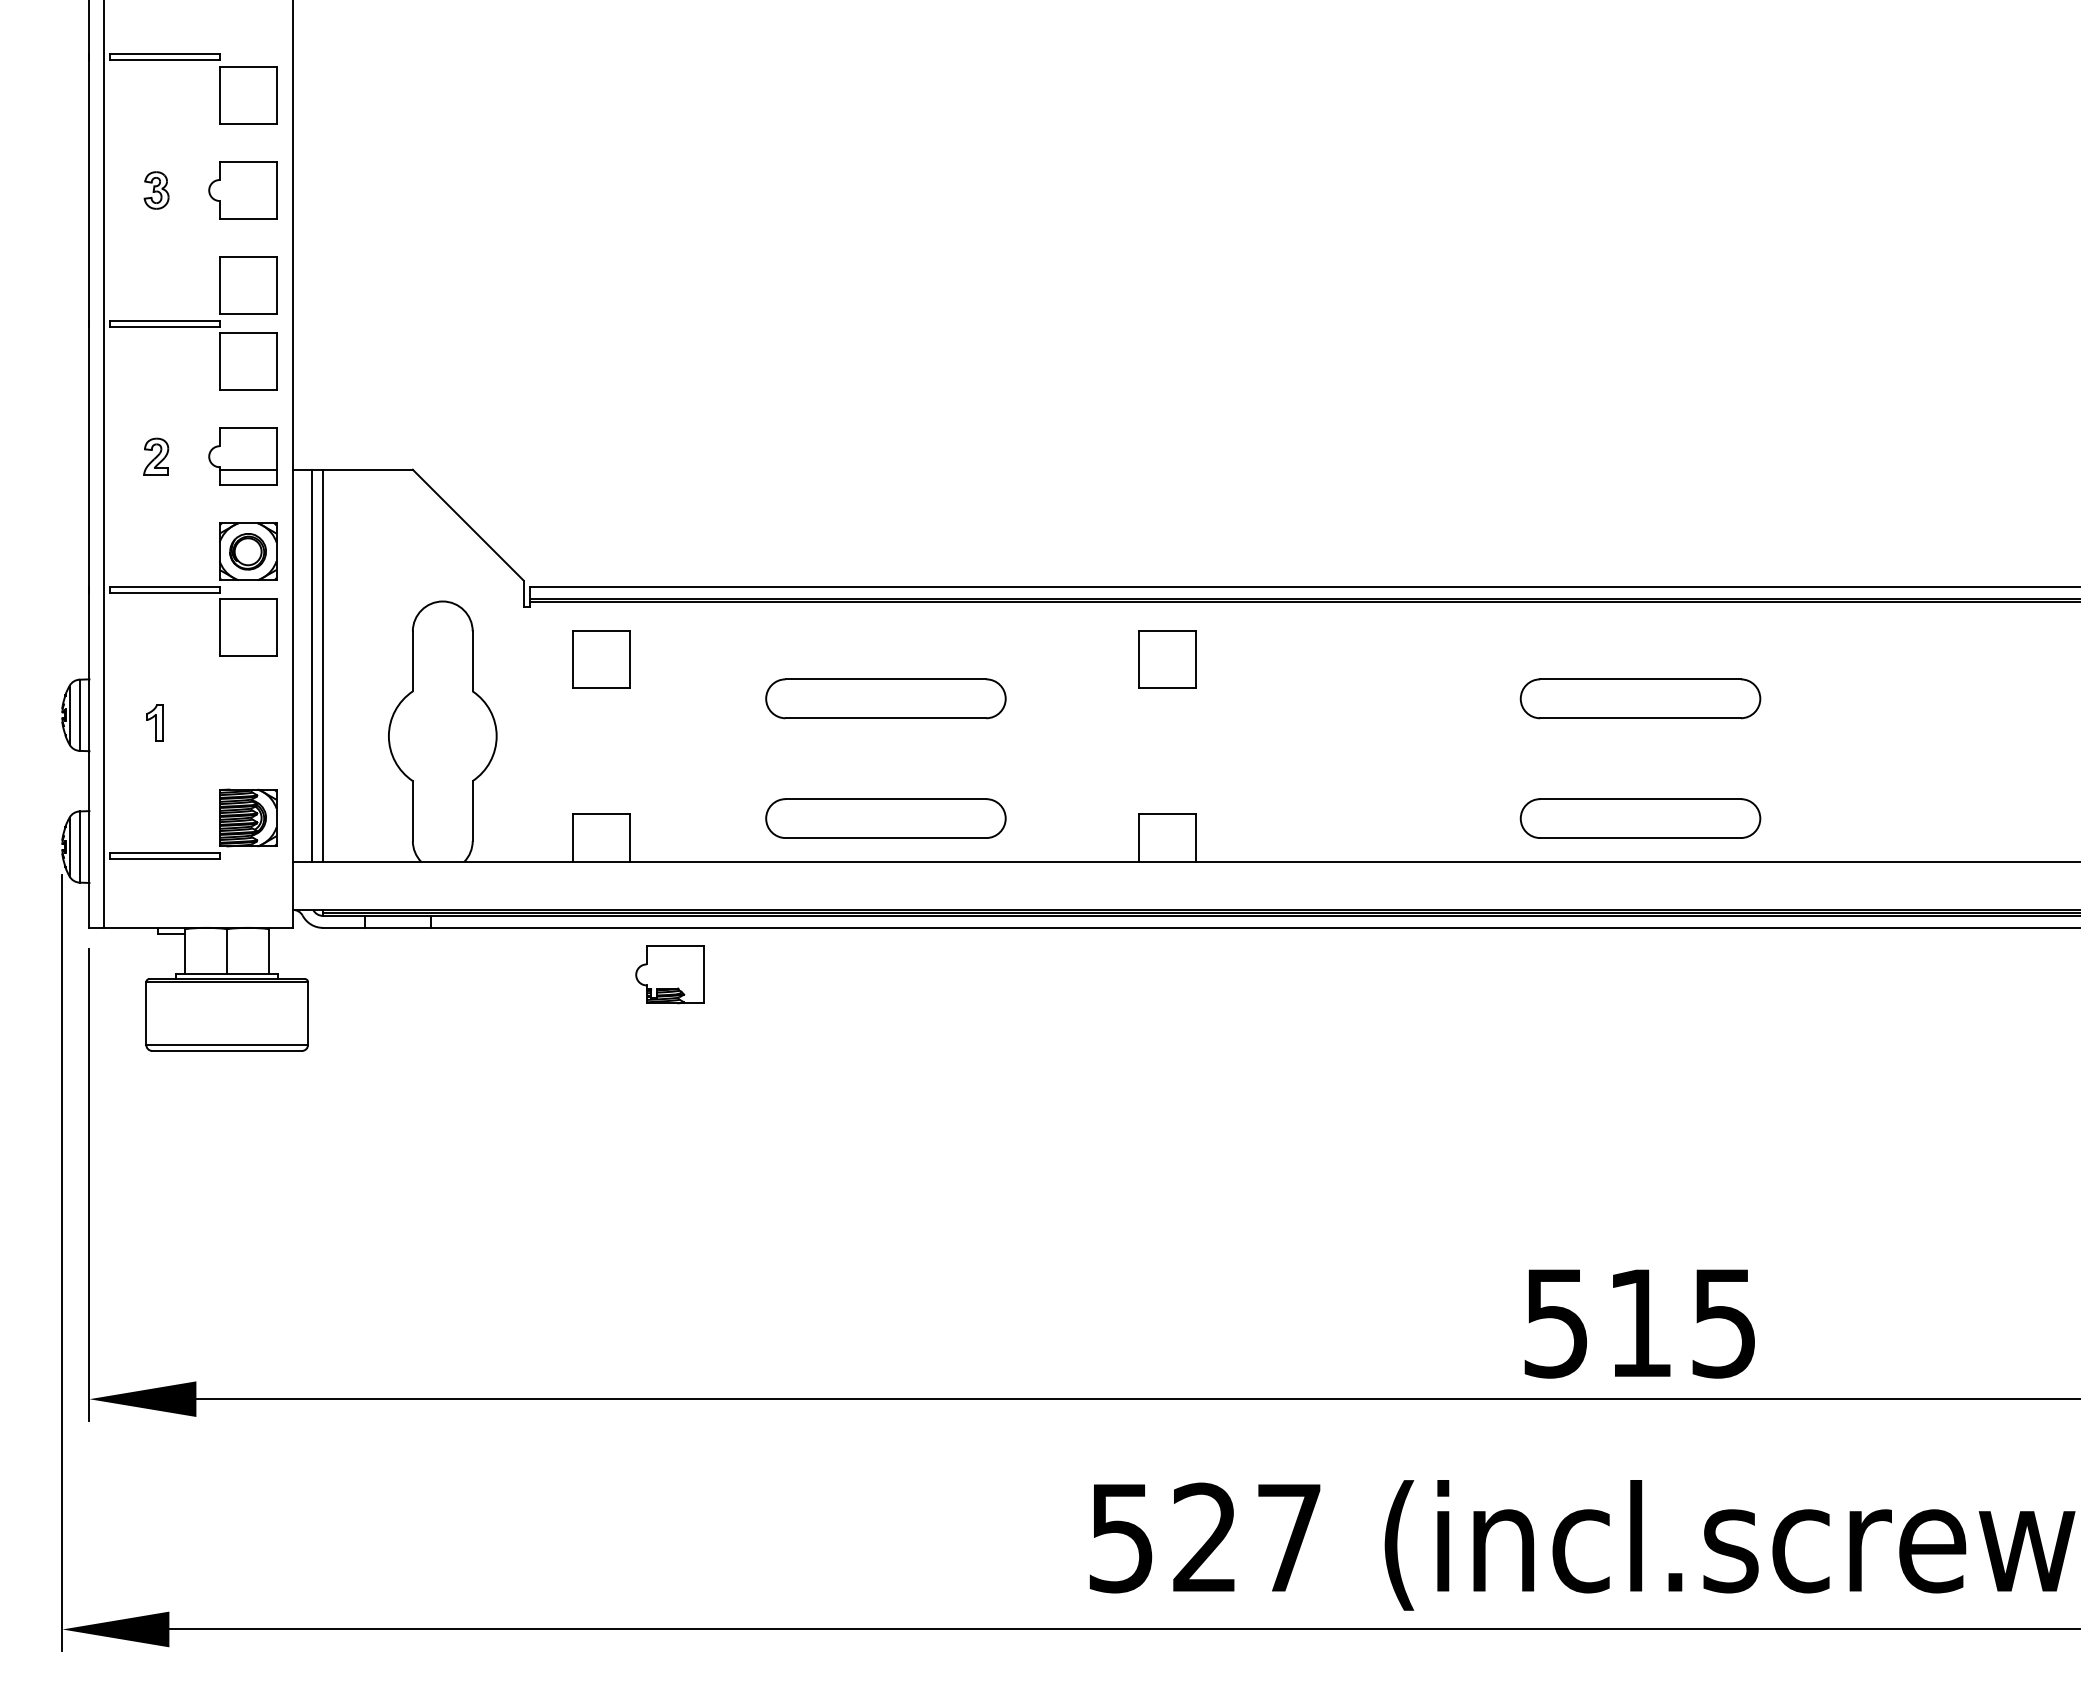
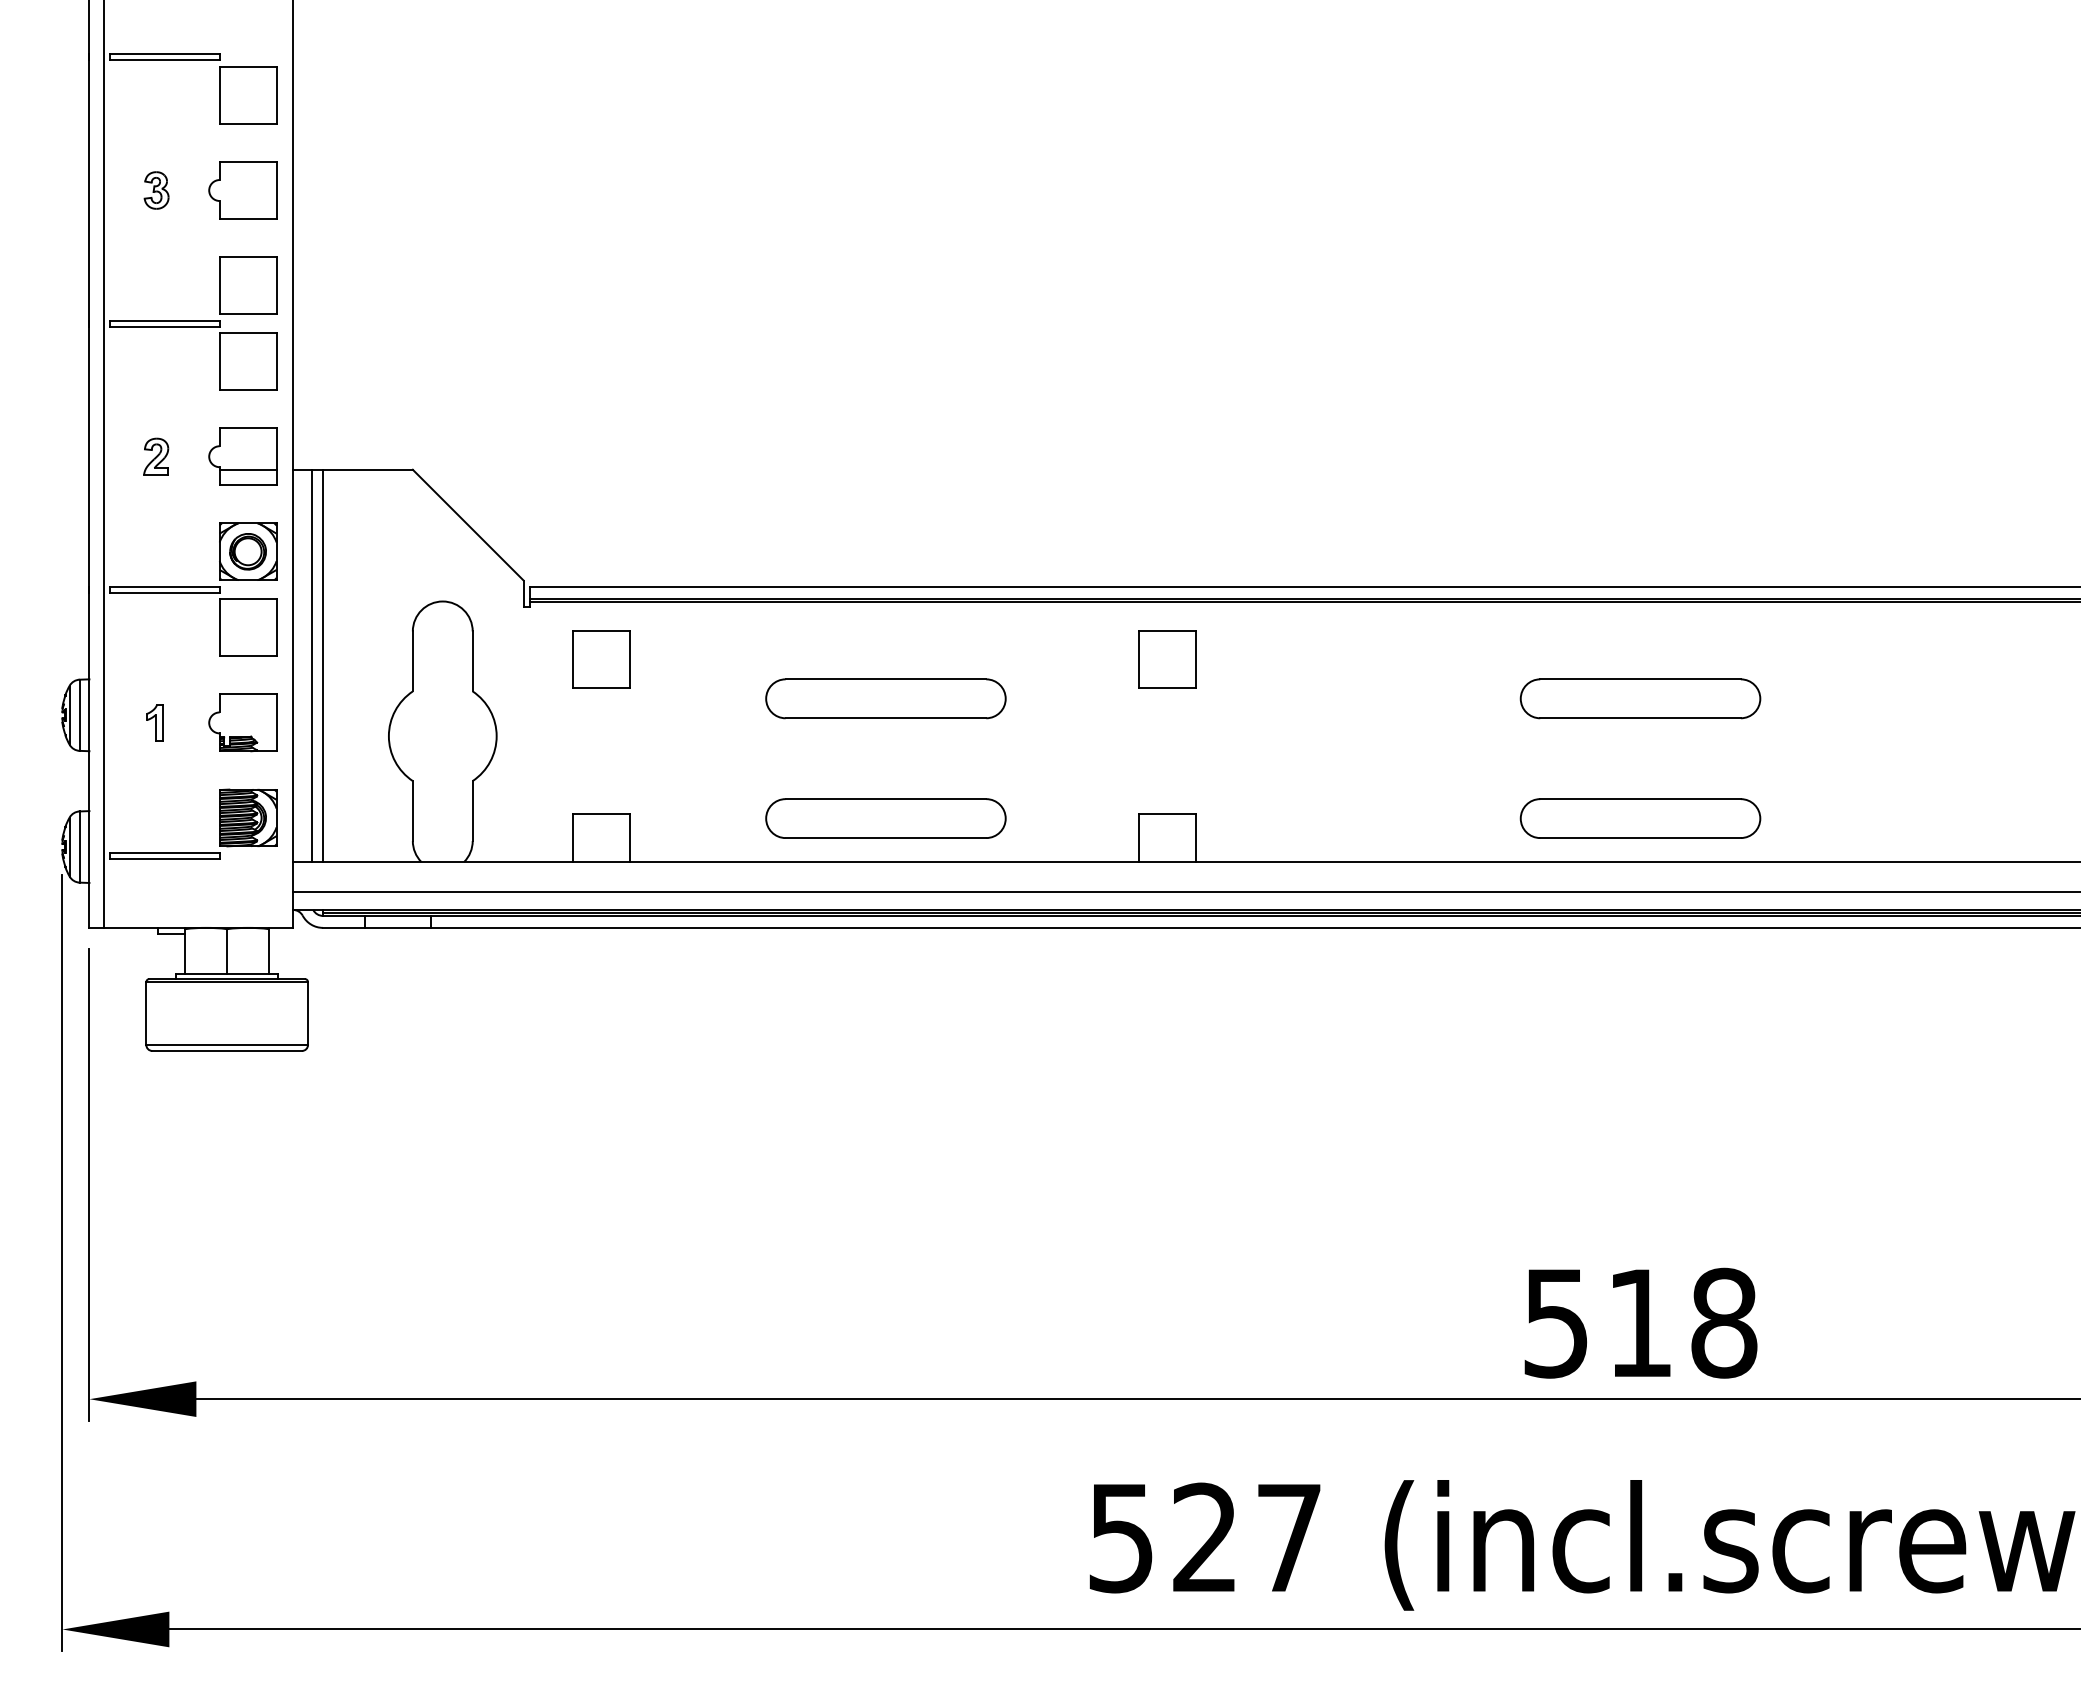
line at (1185, 891): none -> present
part at (669, 974) position: (669, 974) -> (242, 722)
text at (1724, 1322): 515 -> 518
